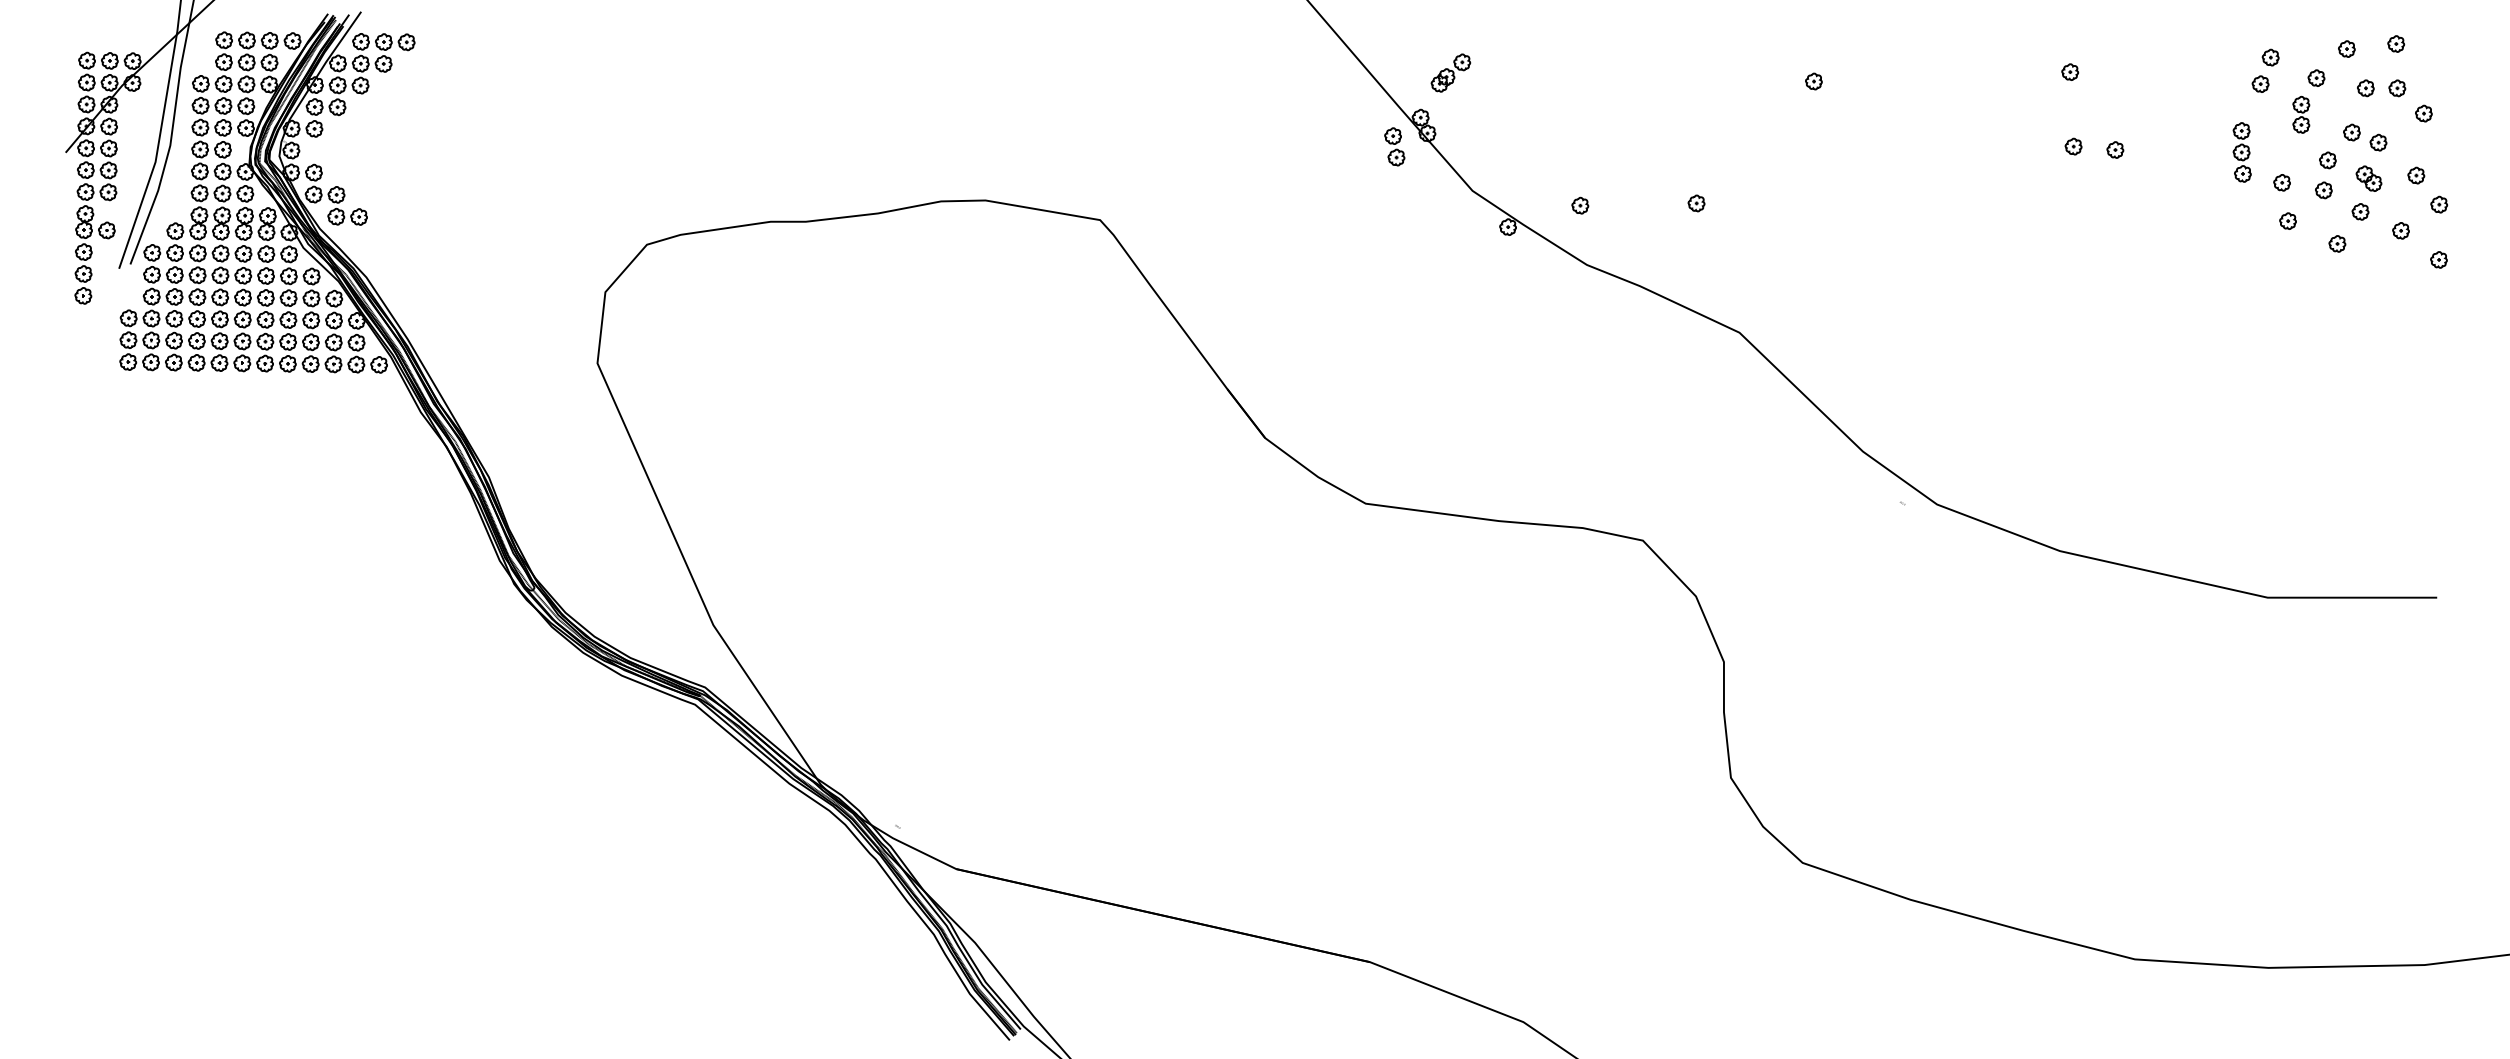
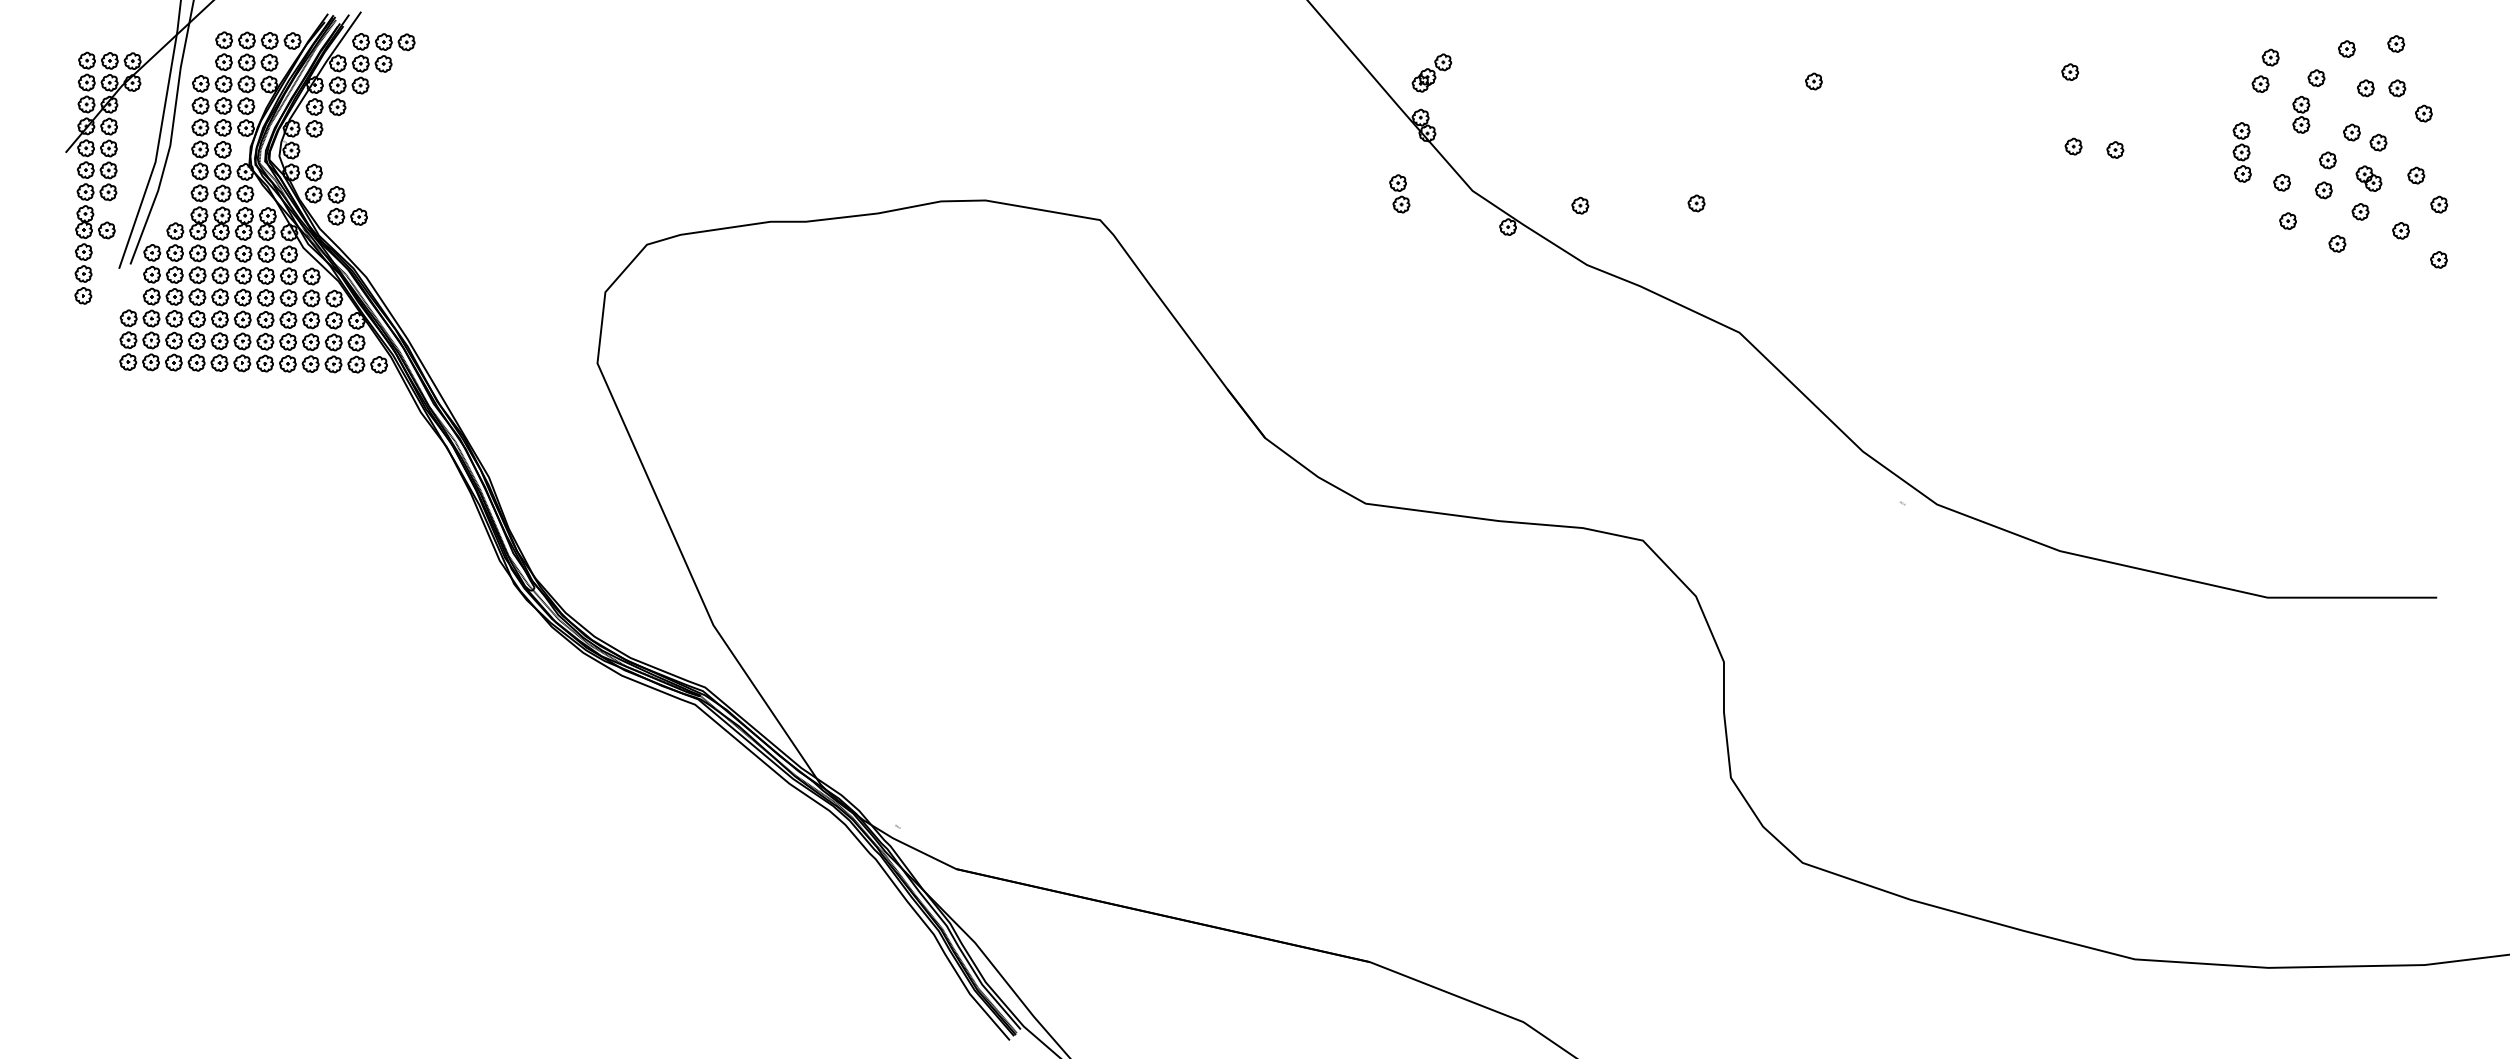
part at (1450, 72) position: (1450, 72) -> (1431, 72)
part at (1394, 146) position: (1394, 146) -> (1399, 193)
